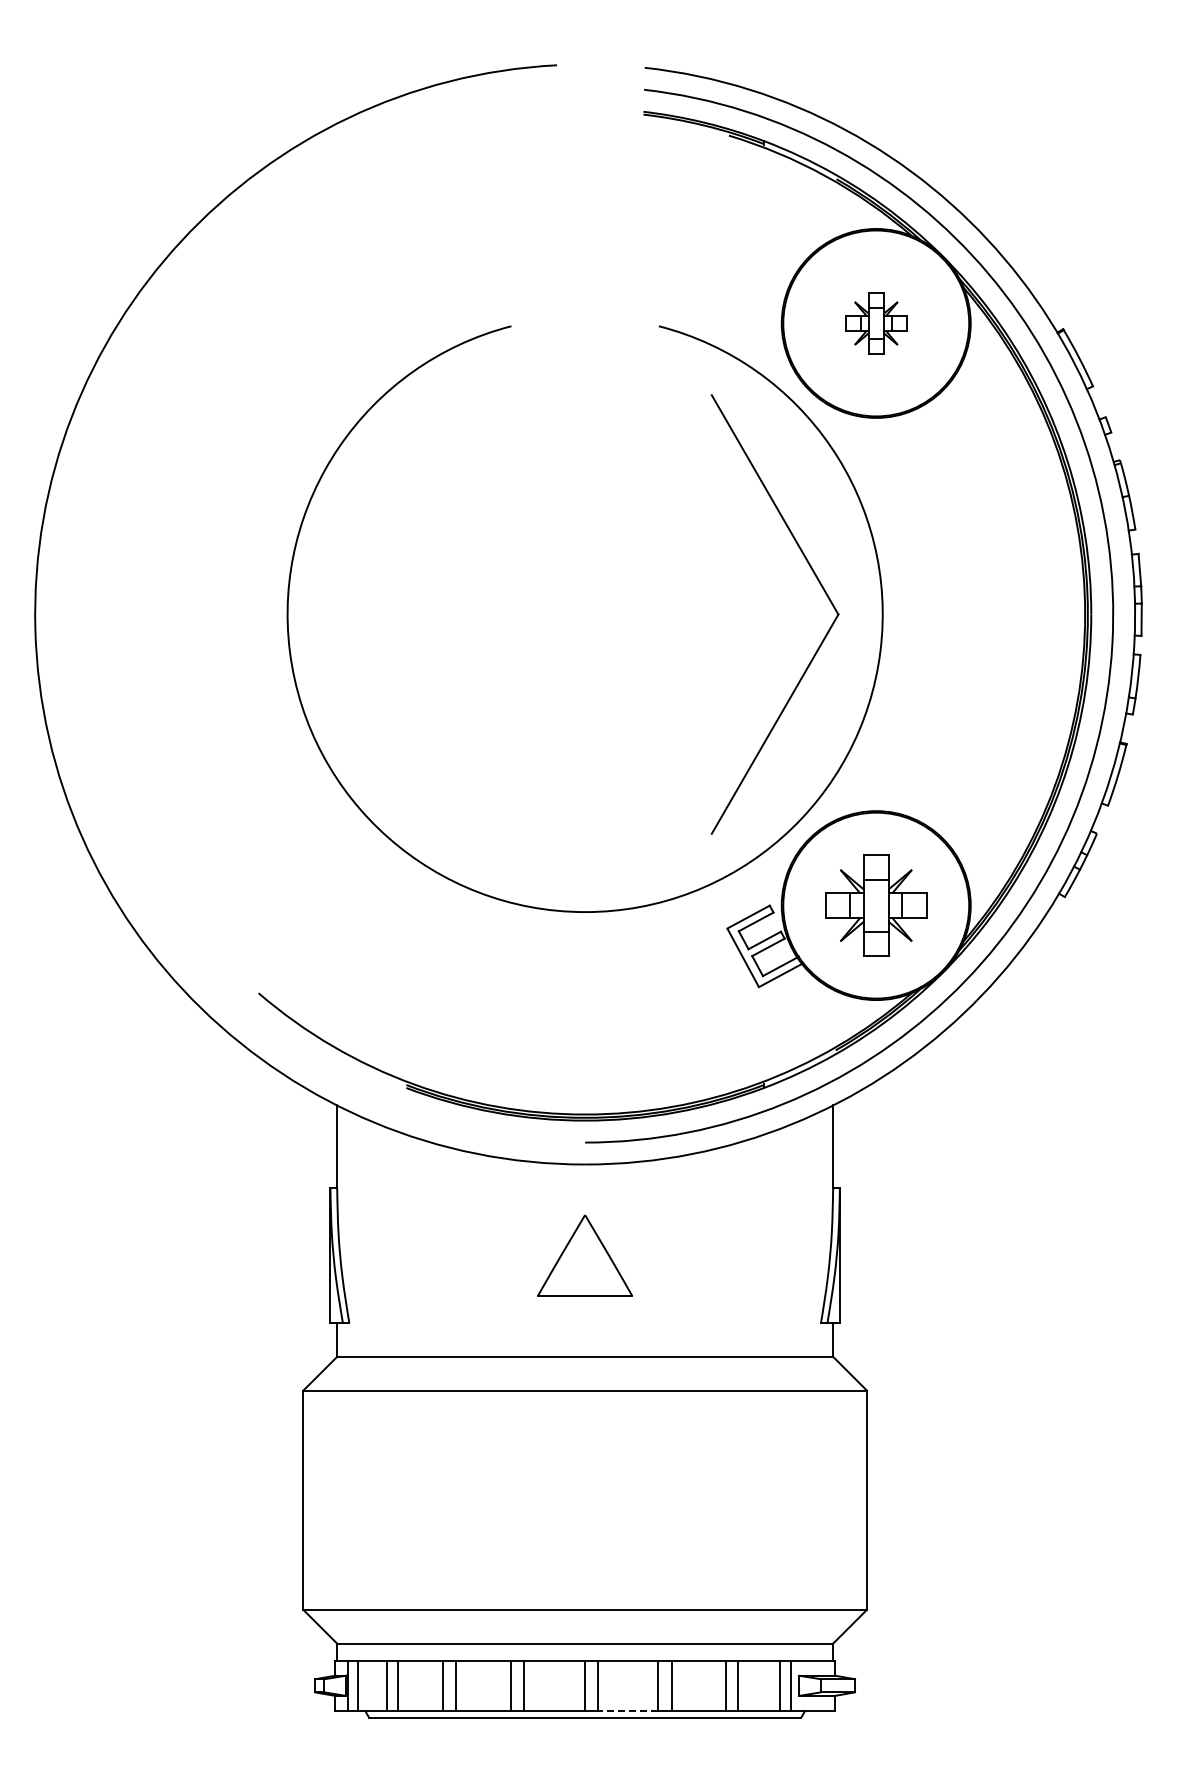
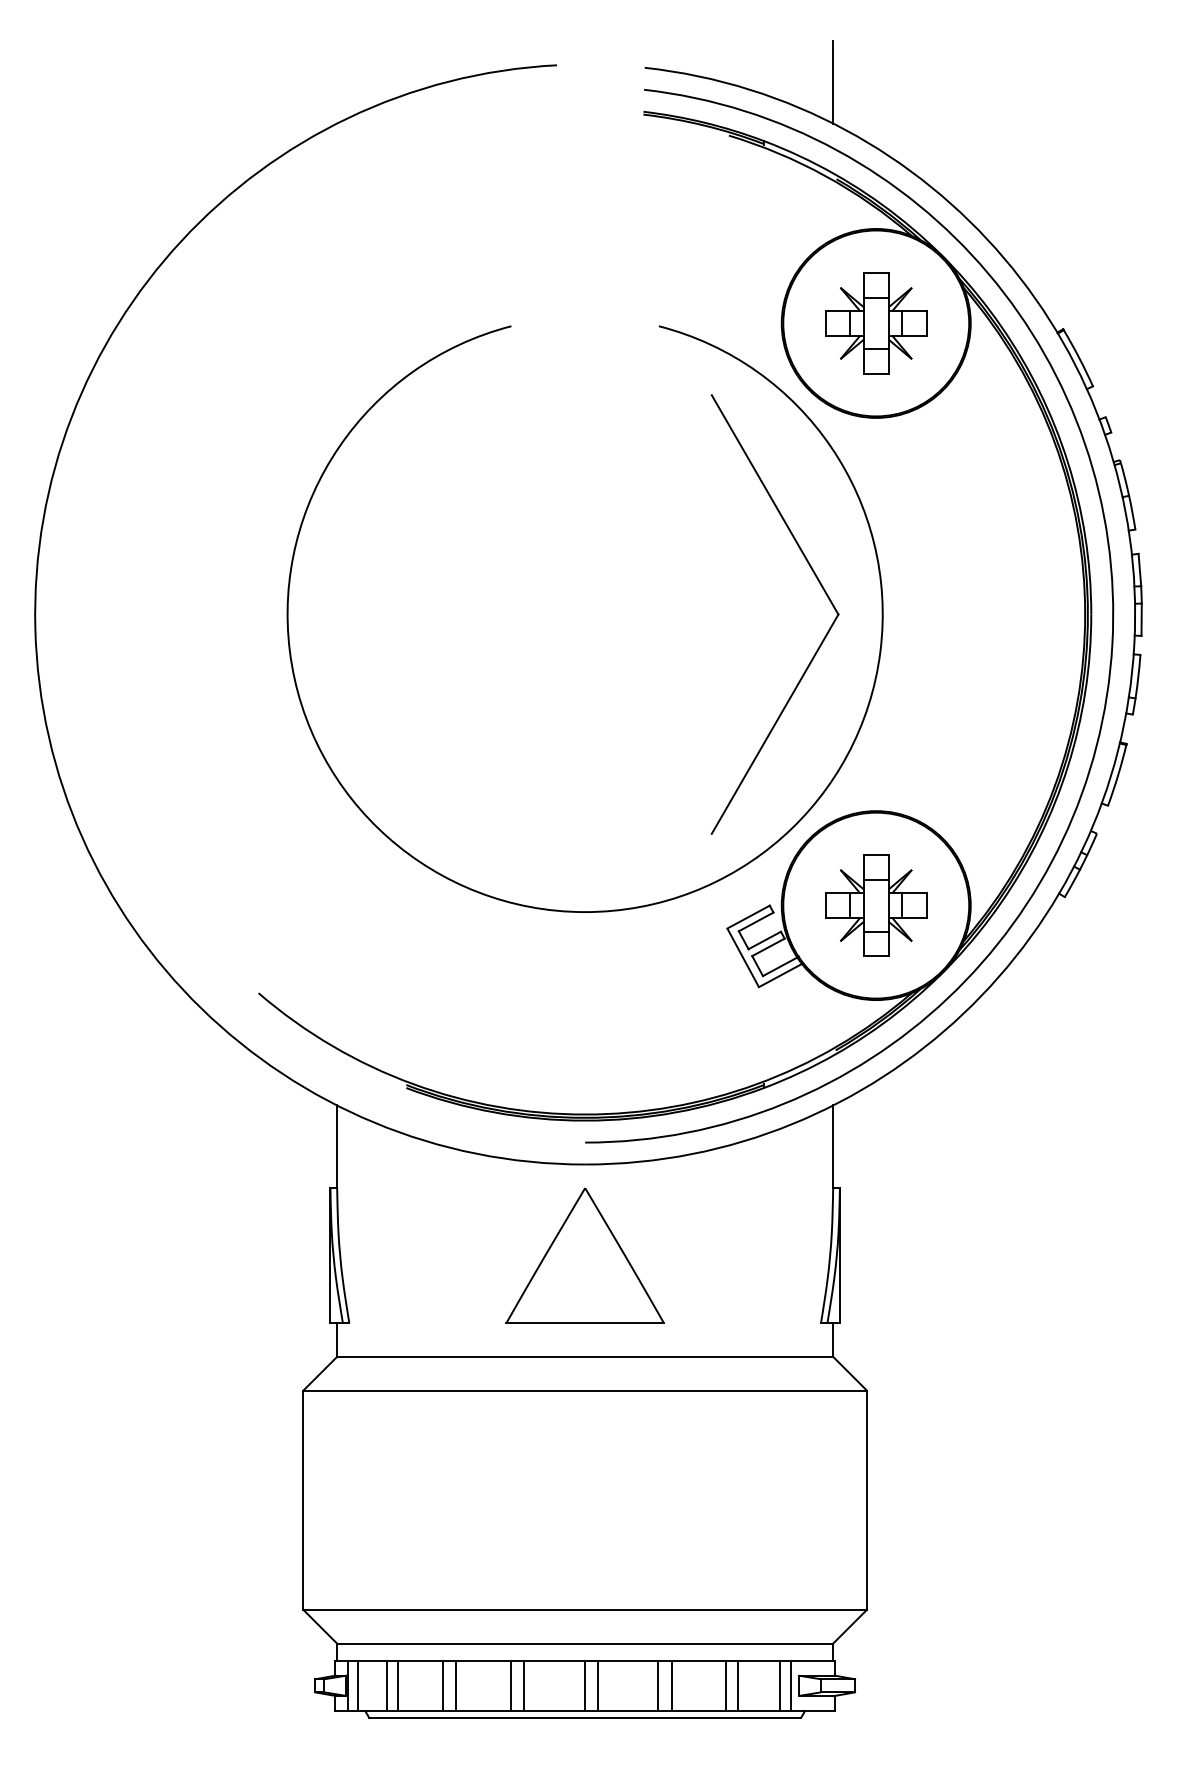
line at (833, 81): none -> present
part at (876, 323) size: 63x63 px -> 103x103 px
part at (584, 1255) size: 96x83 px -> 160x137 px
line at (627, 1711): dashed -> solid
